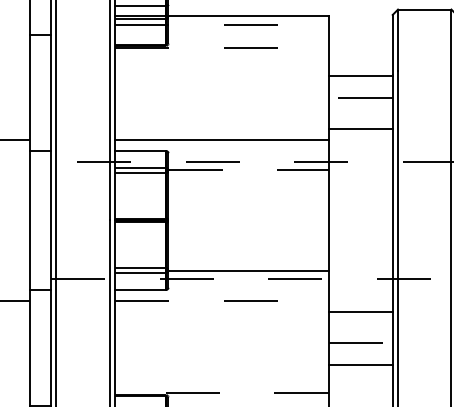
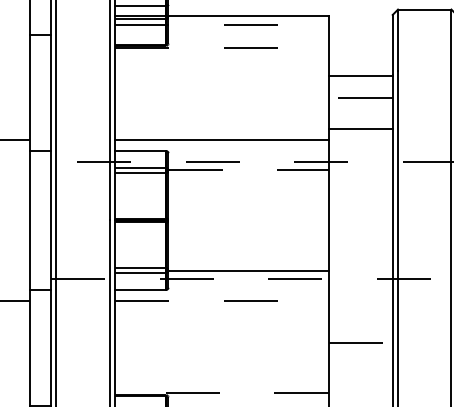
line at (360, 311): present -> none
line at (360, 365): present -> none
